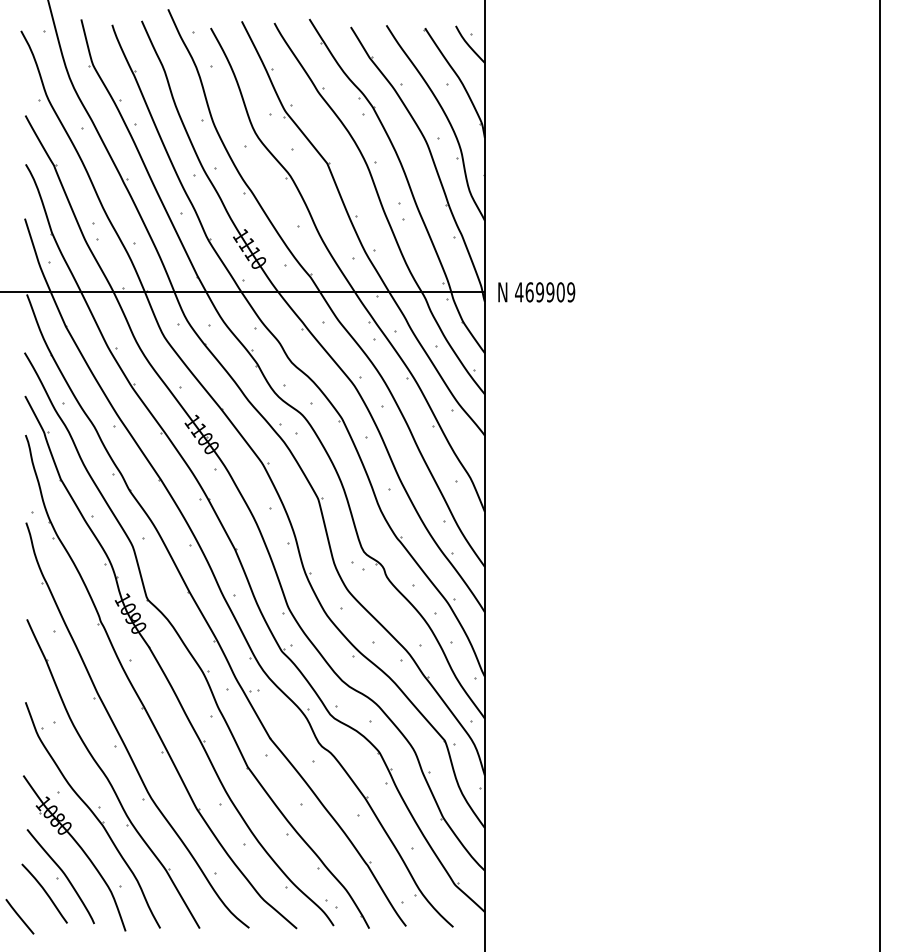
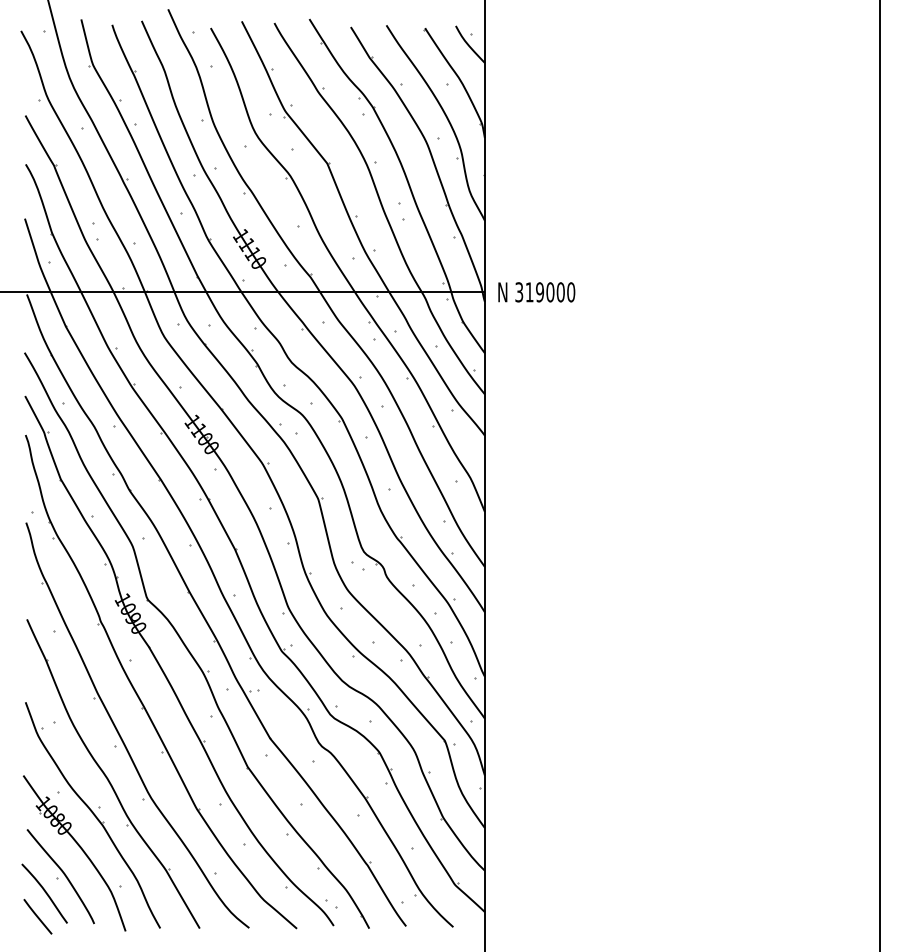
text at (545, 292): 469909 -> 319000
line at (19, 916) position: (19, 916) -> (37, 916)
